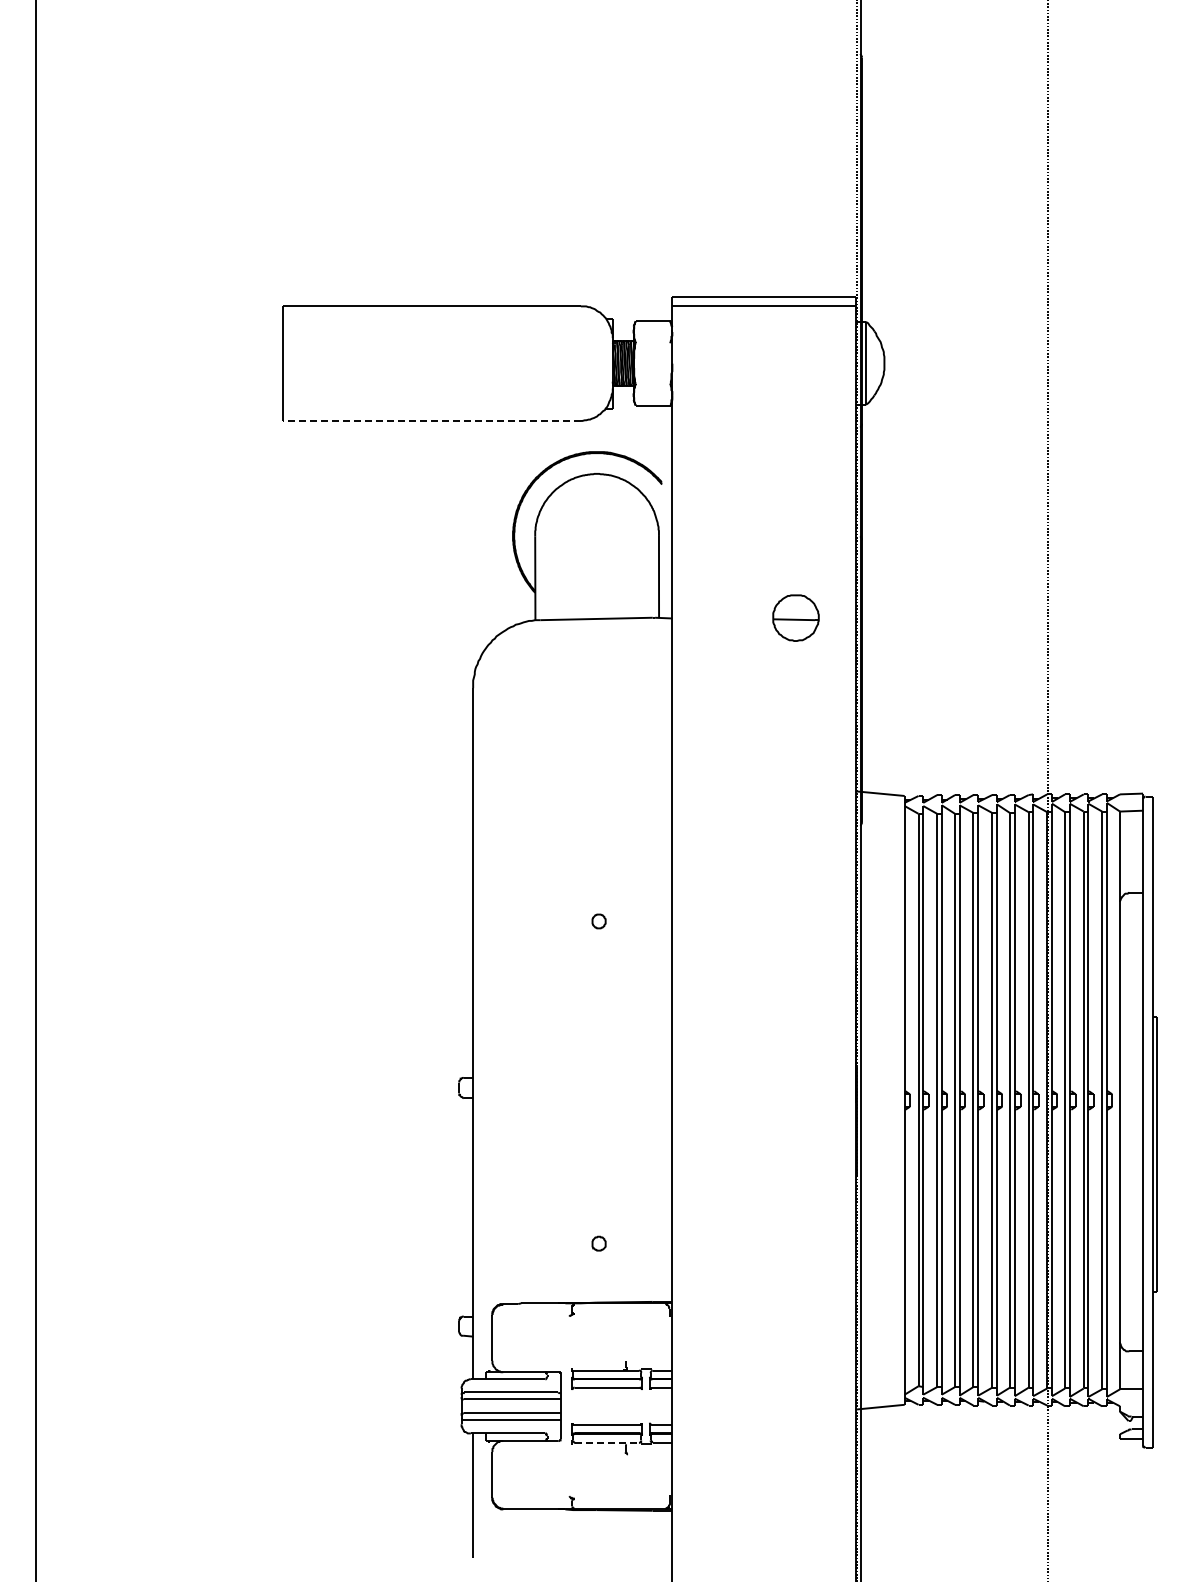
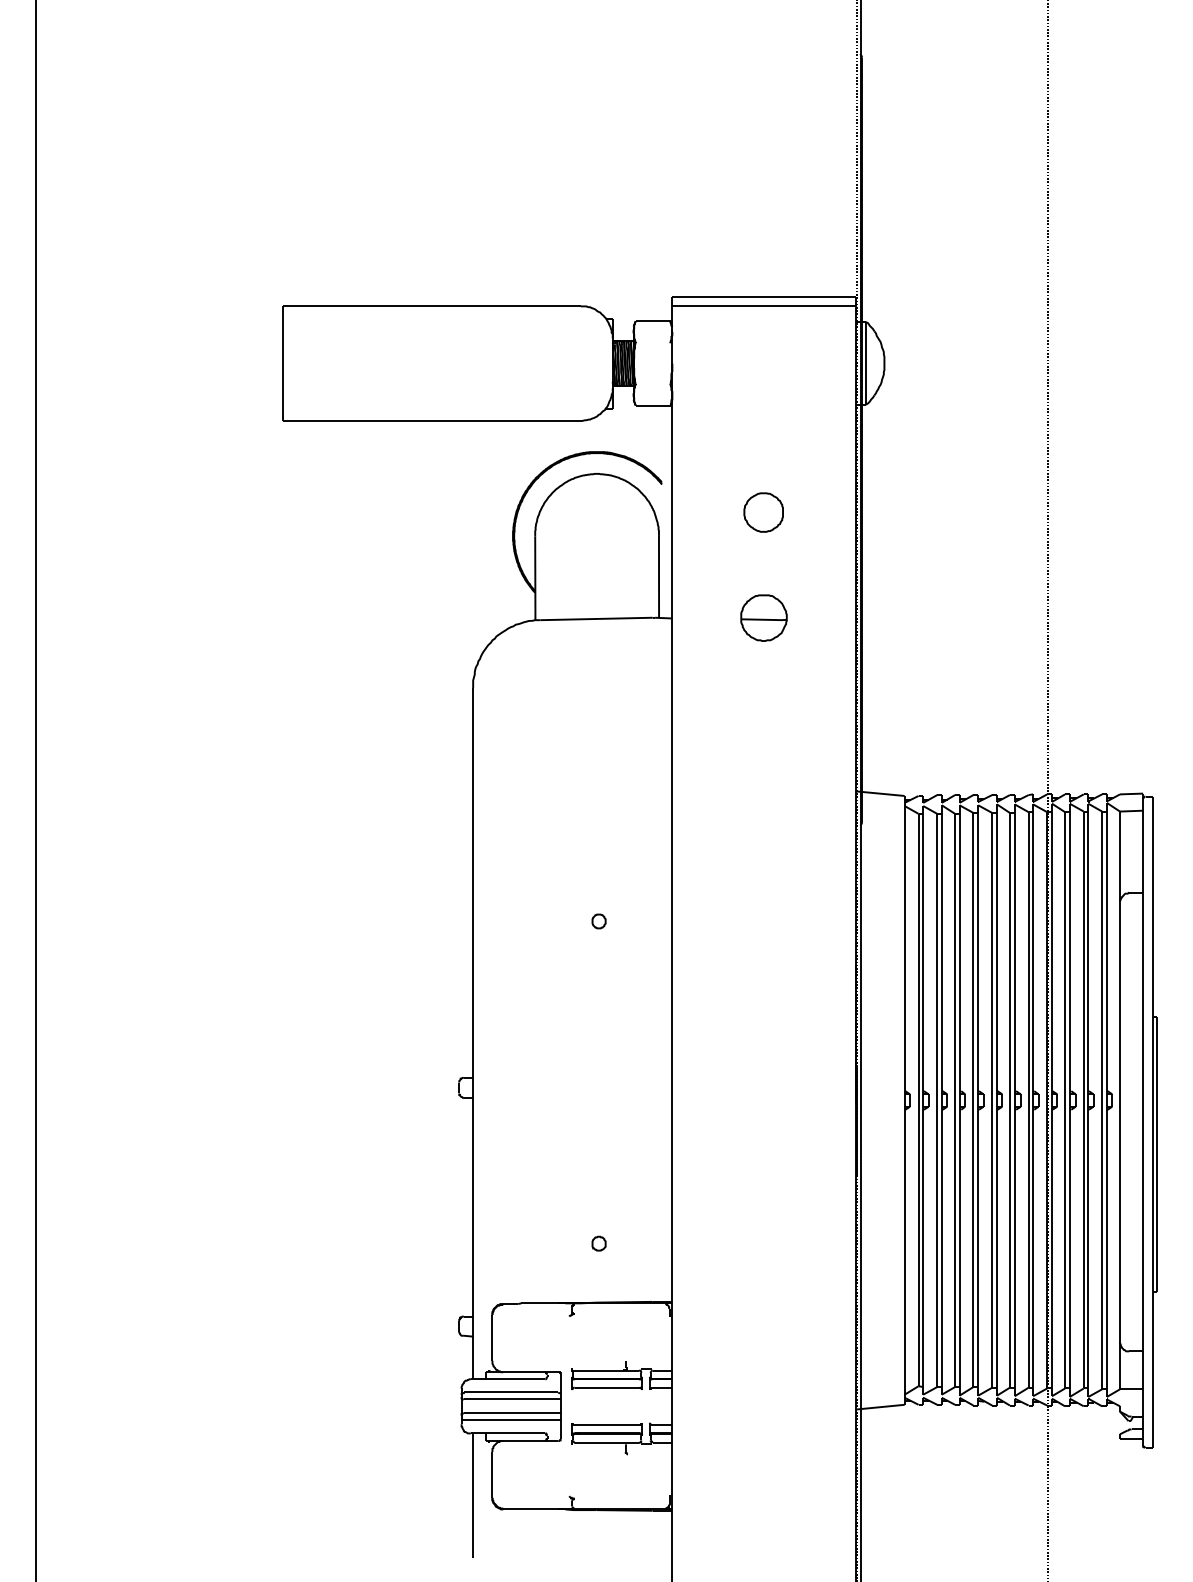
line at (431, 420): dashed -> solid
part at (763, 512): none -> present
part at (795, 617) position: (795, 617) -> (763, 617)
line at (607, 1442): dashed -> solid
